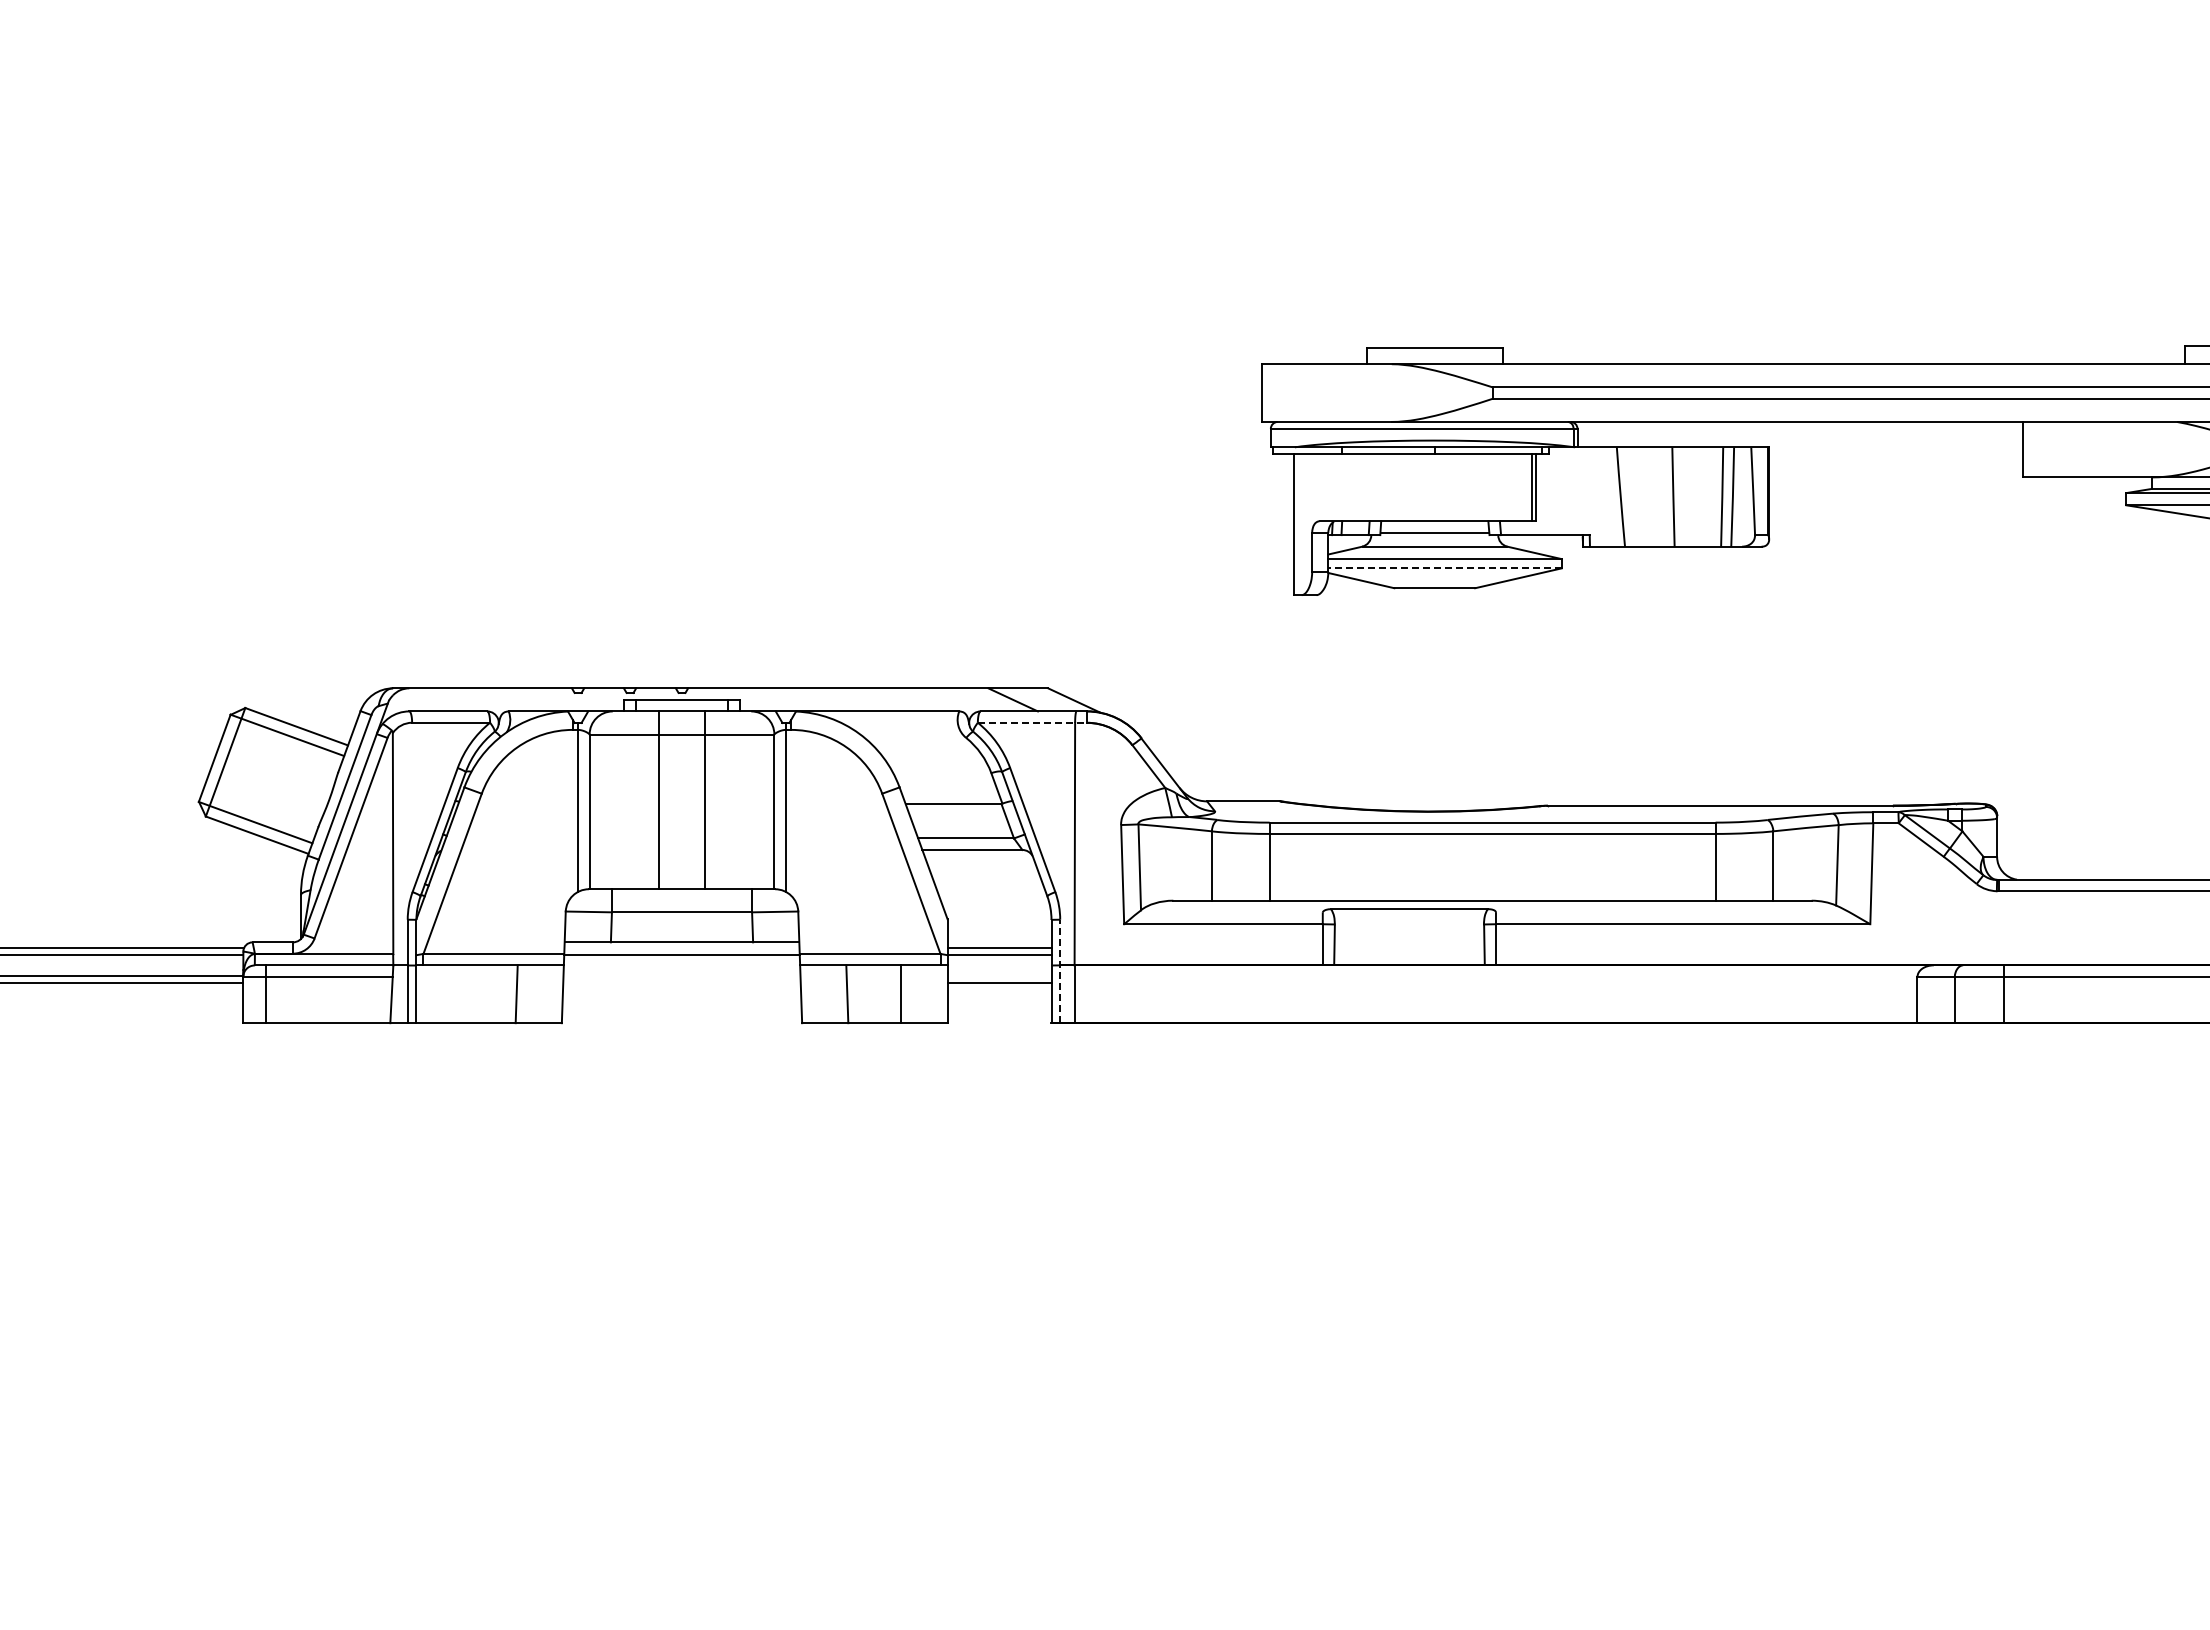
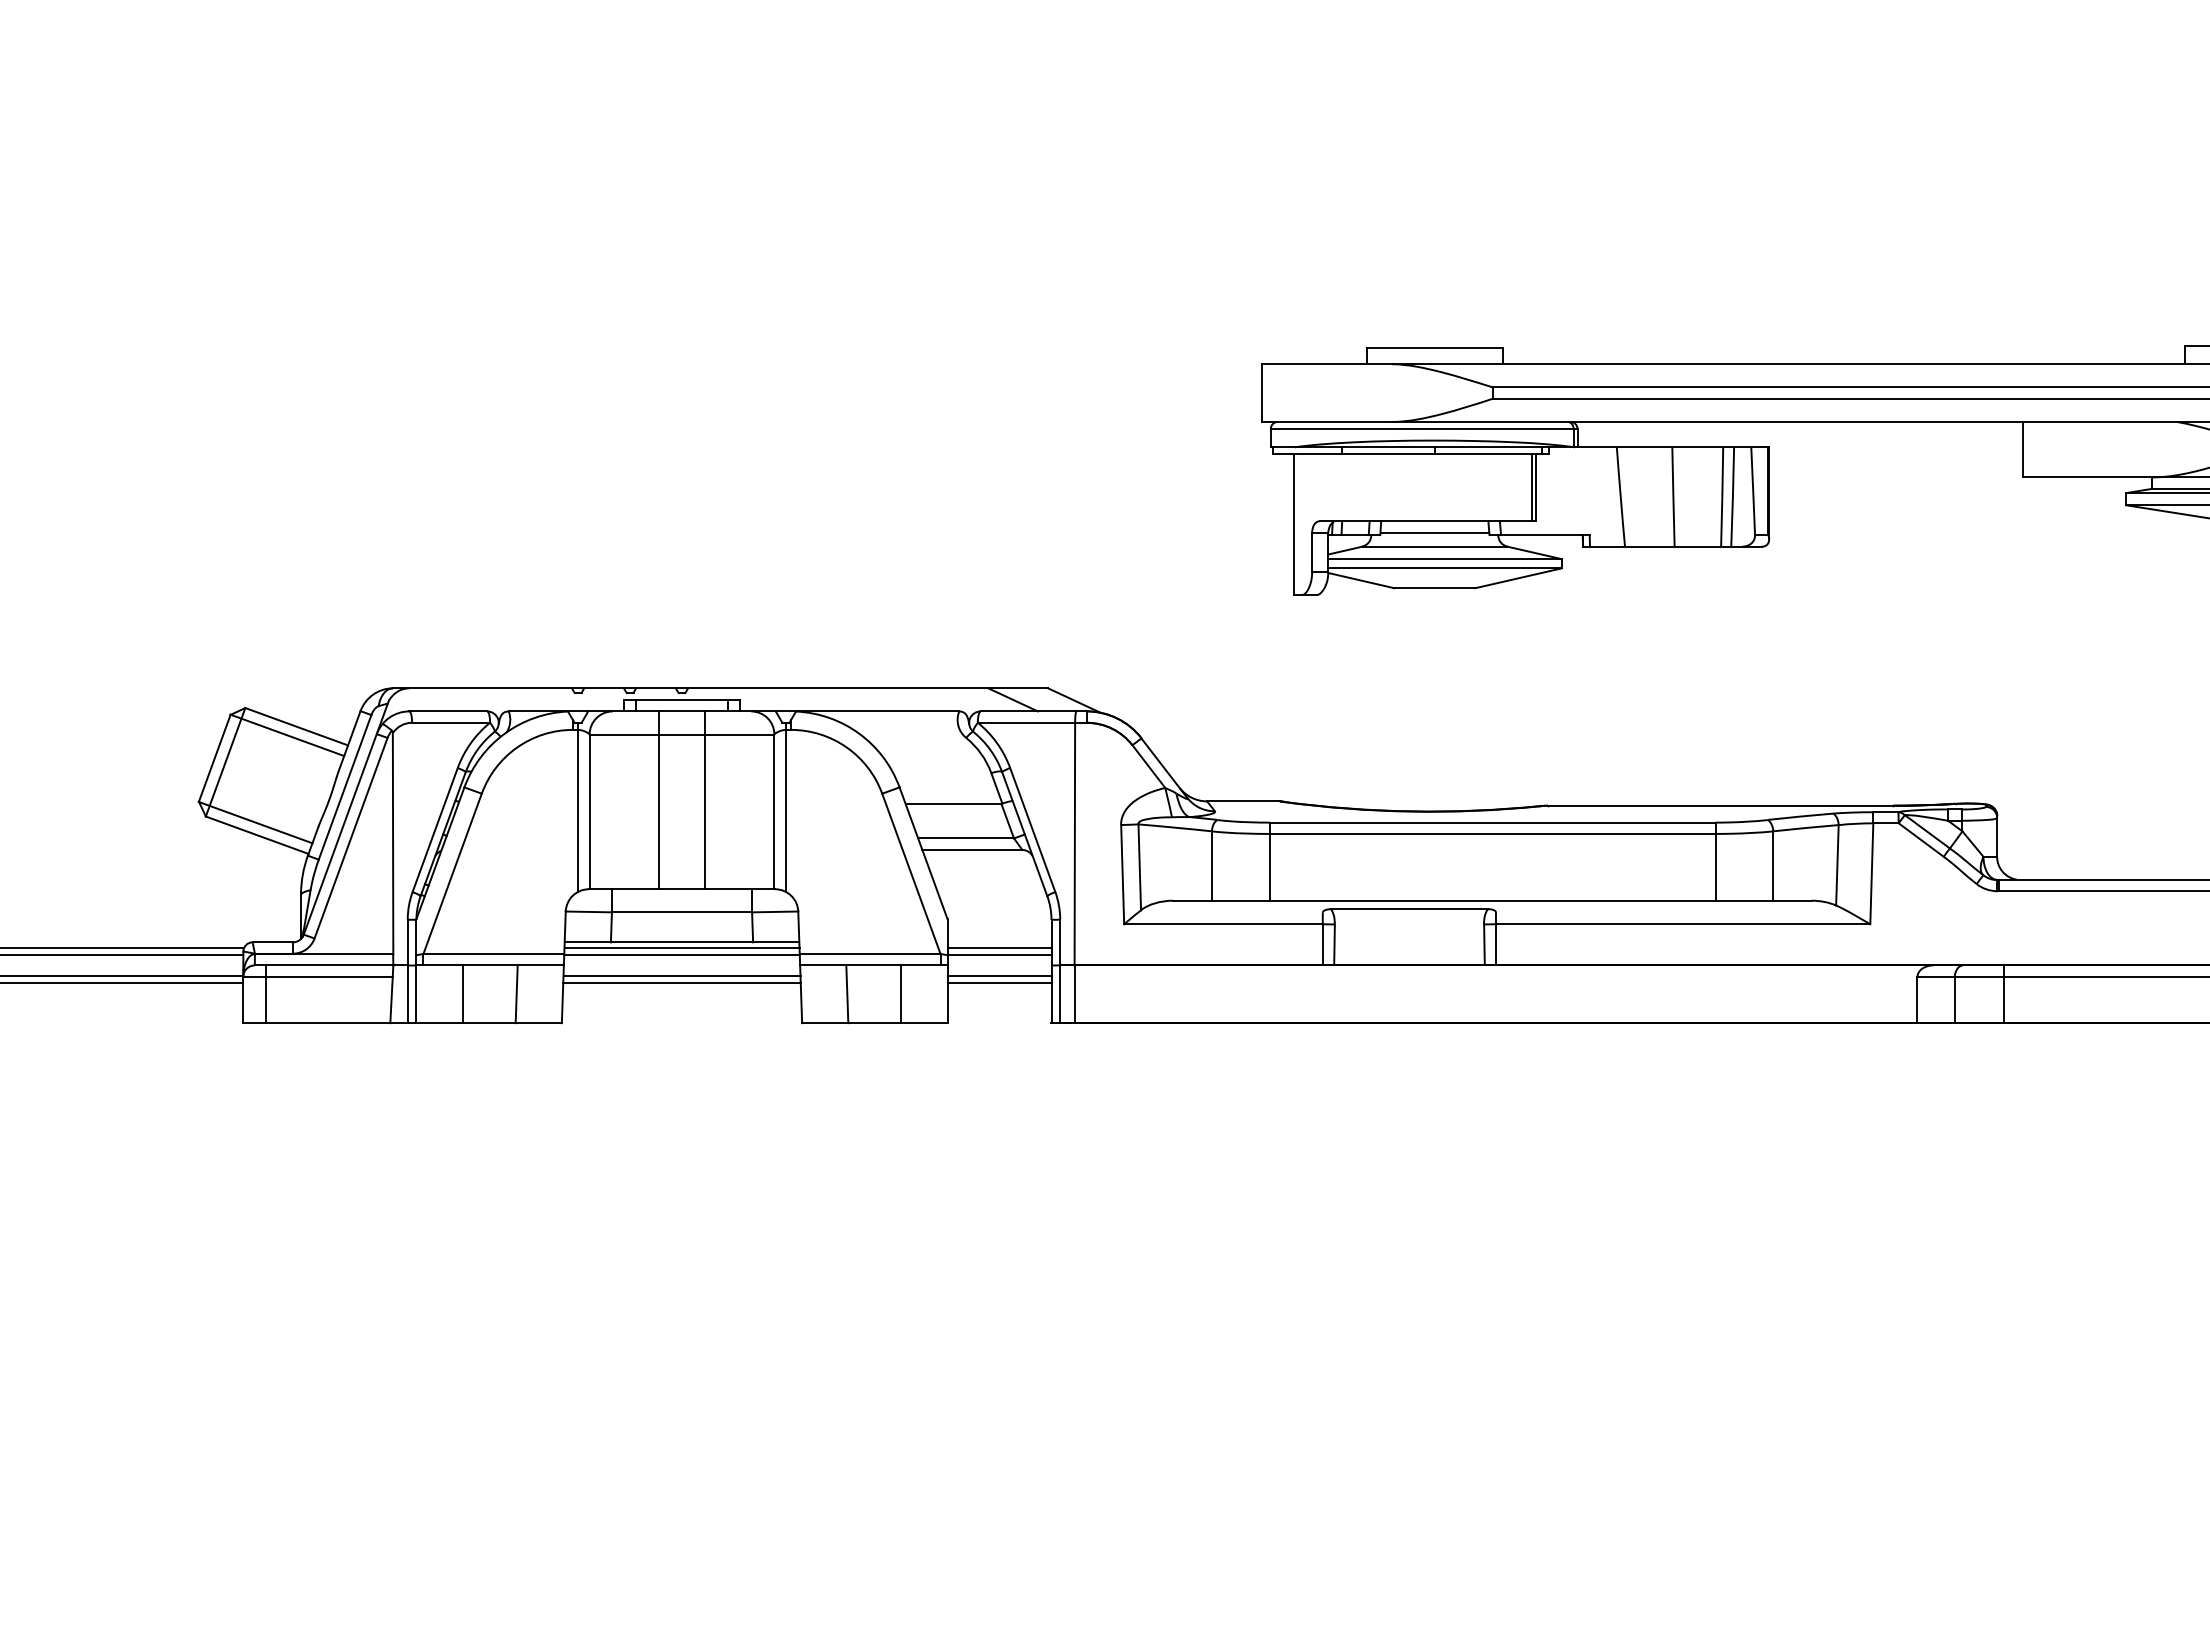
line at (1445, 568): dashed -> solid
line at (1032, 722): dashed -> solid
line at (681, 948): none -> present
line at (1060, 971): dashed -> solid
line at (681, 975): none -> present
line at (999, 975): none -> present
line at (681, 982): none -> present
line at (462, 994): none -> present
